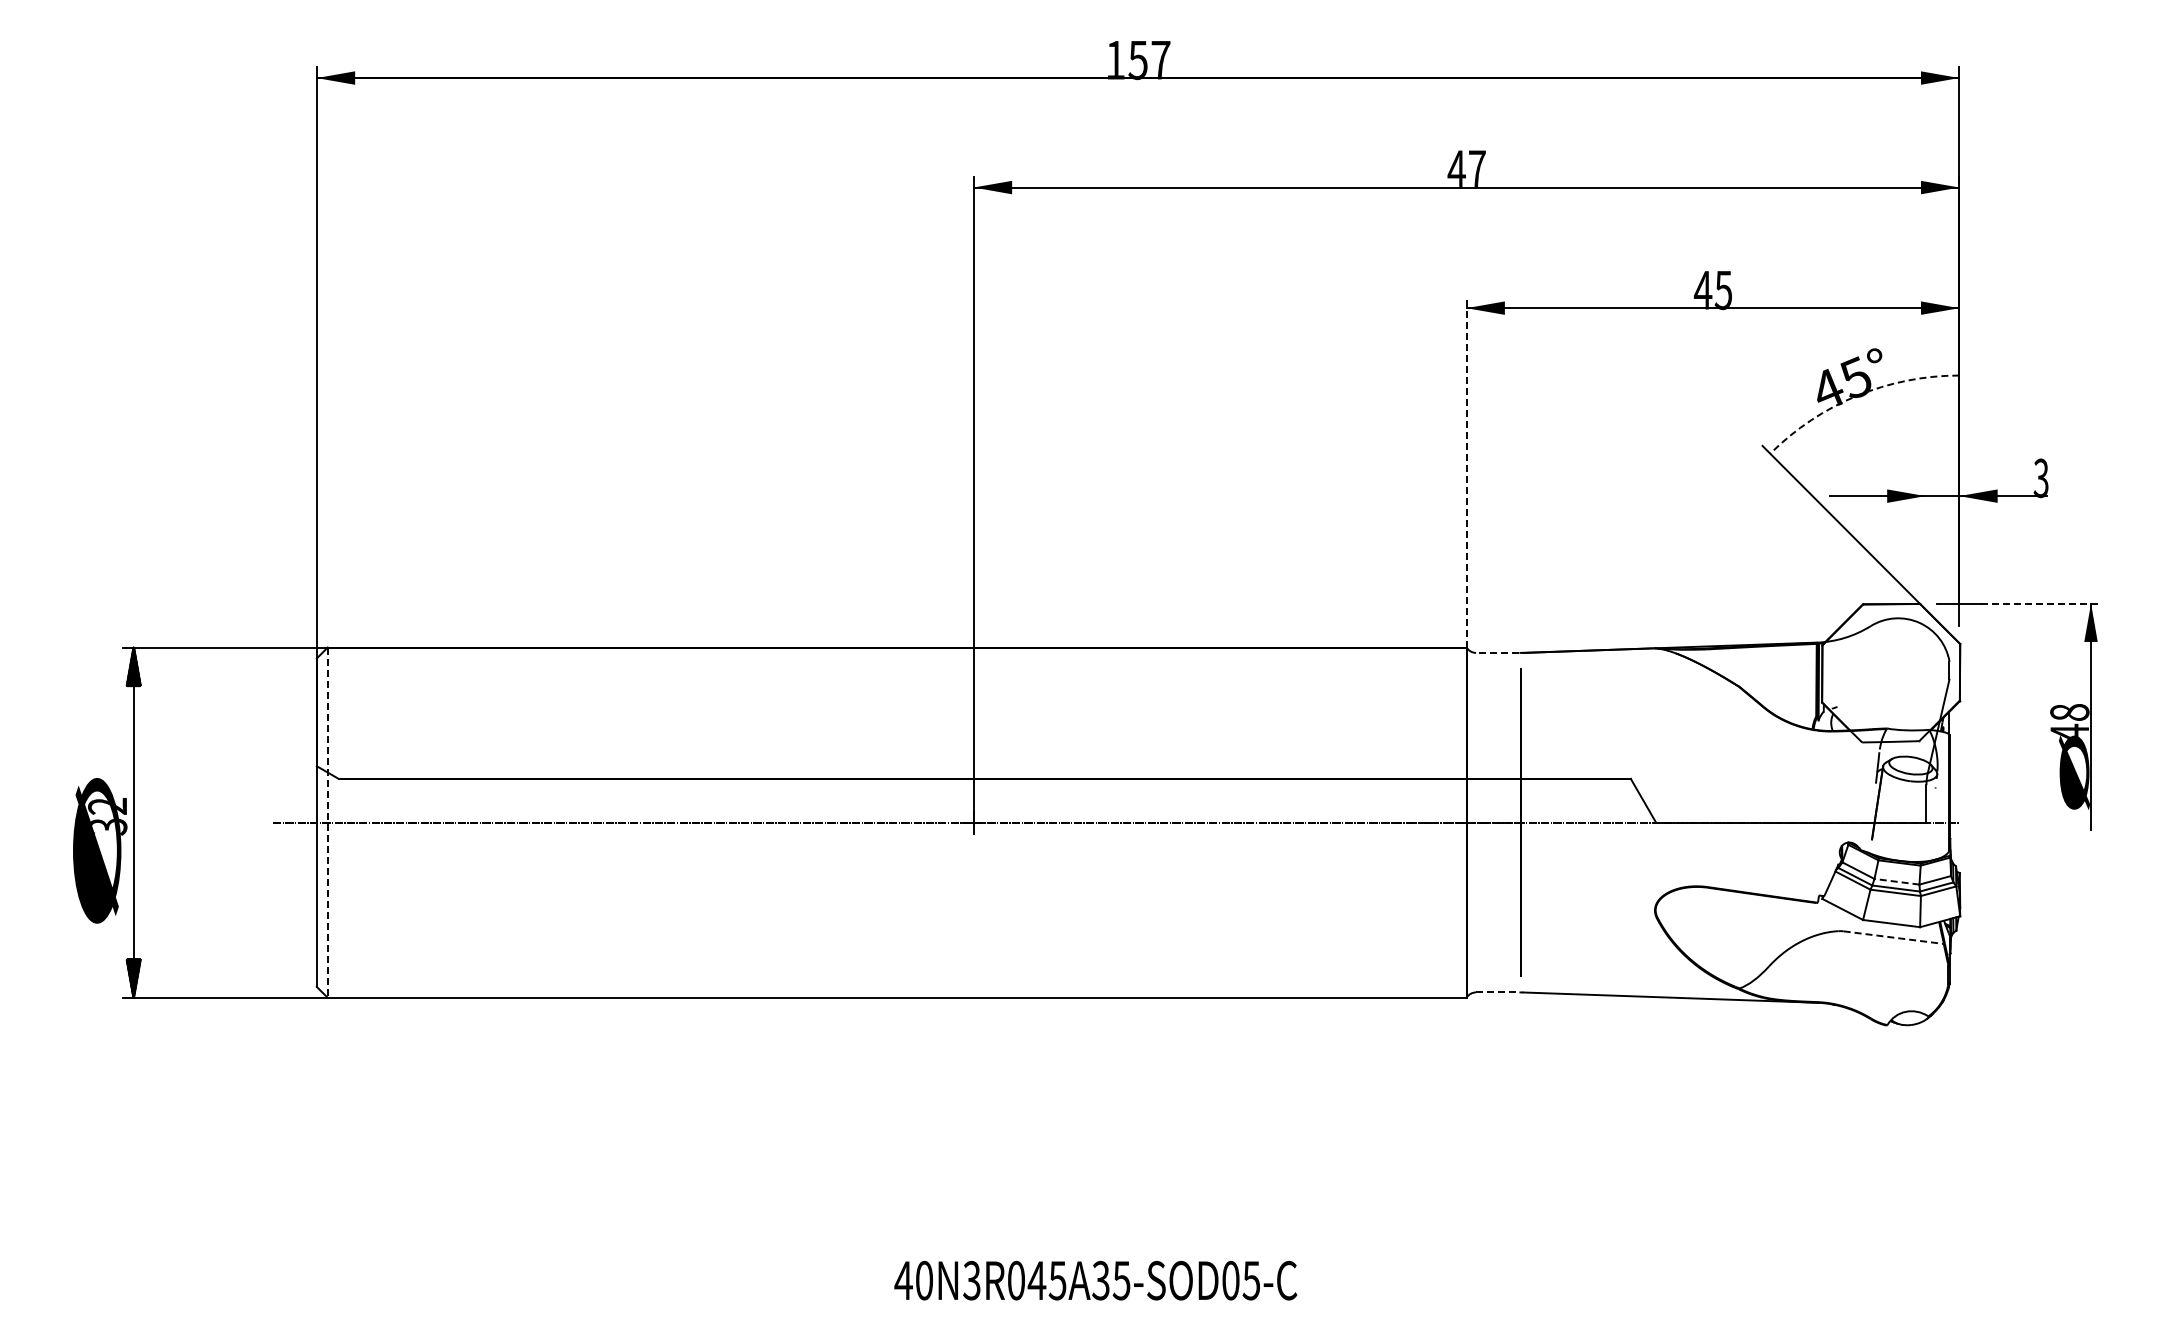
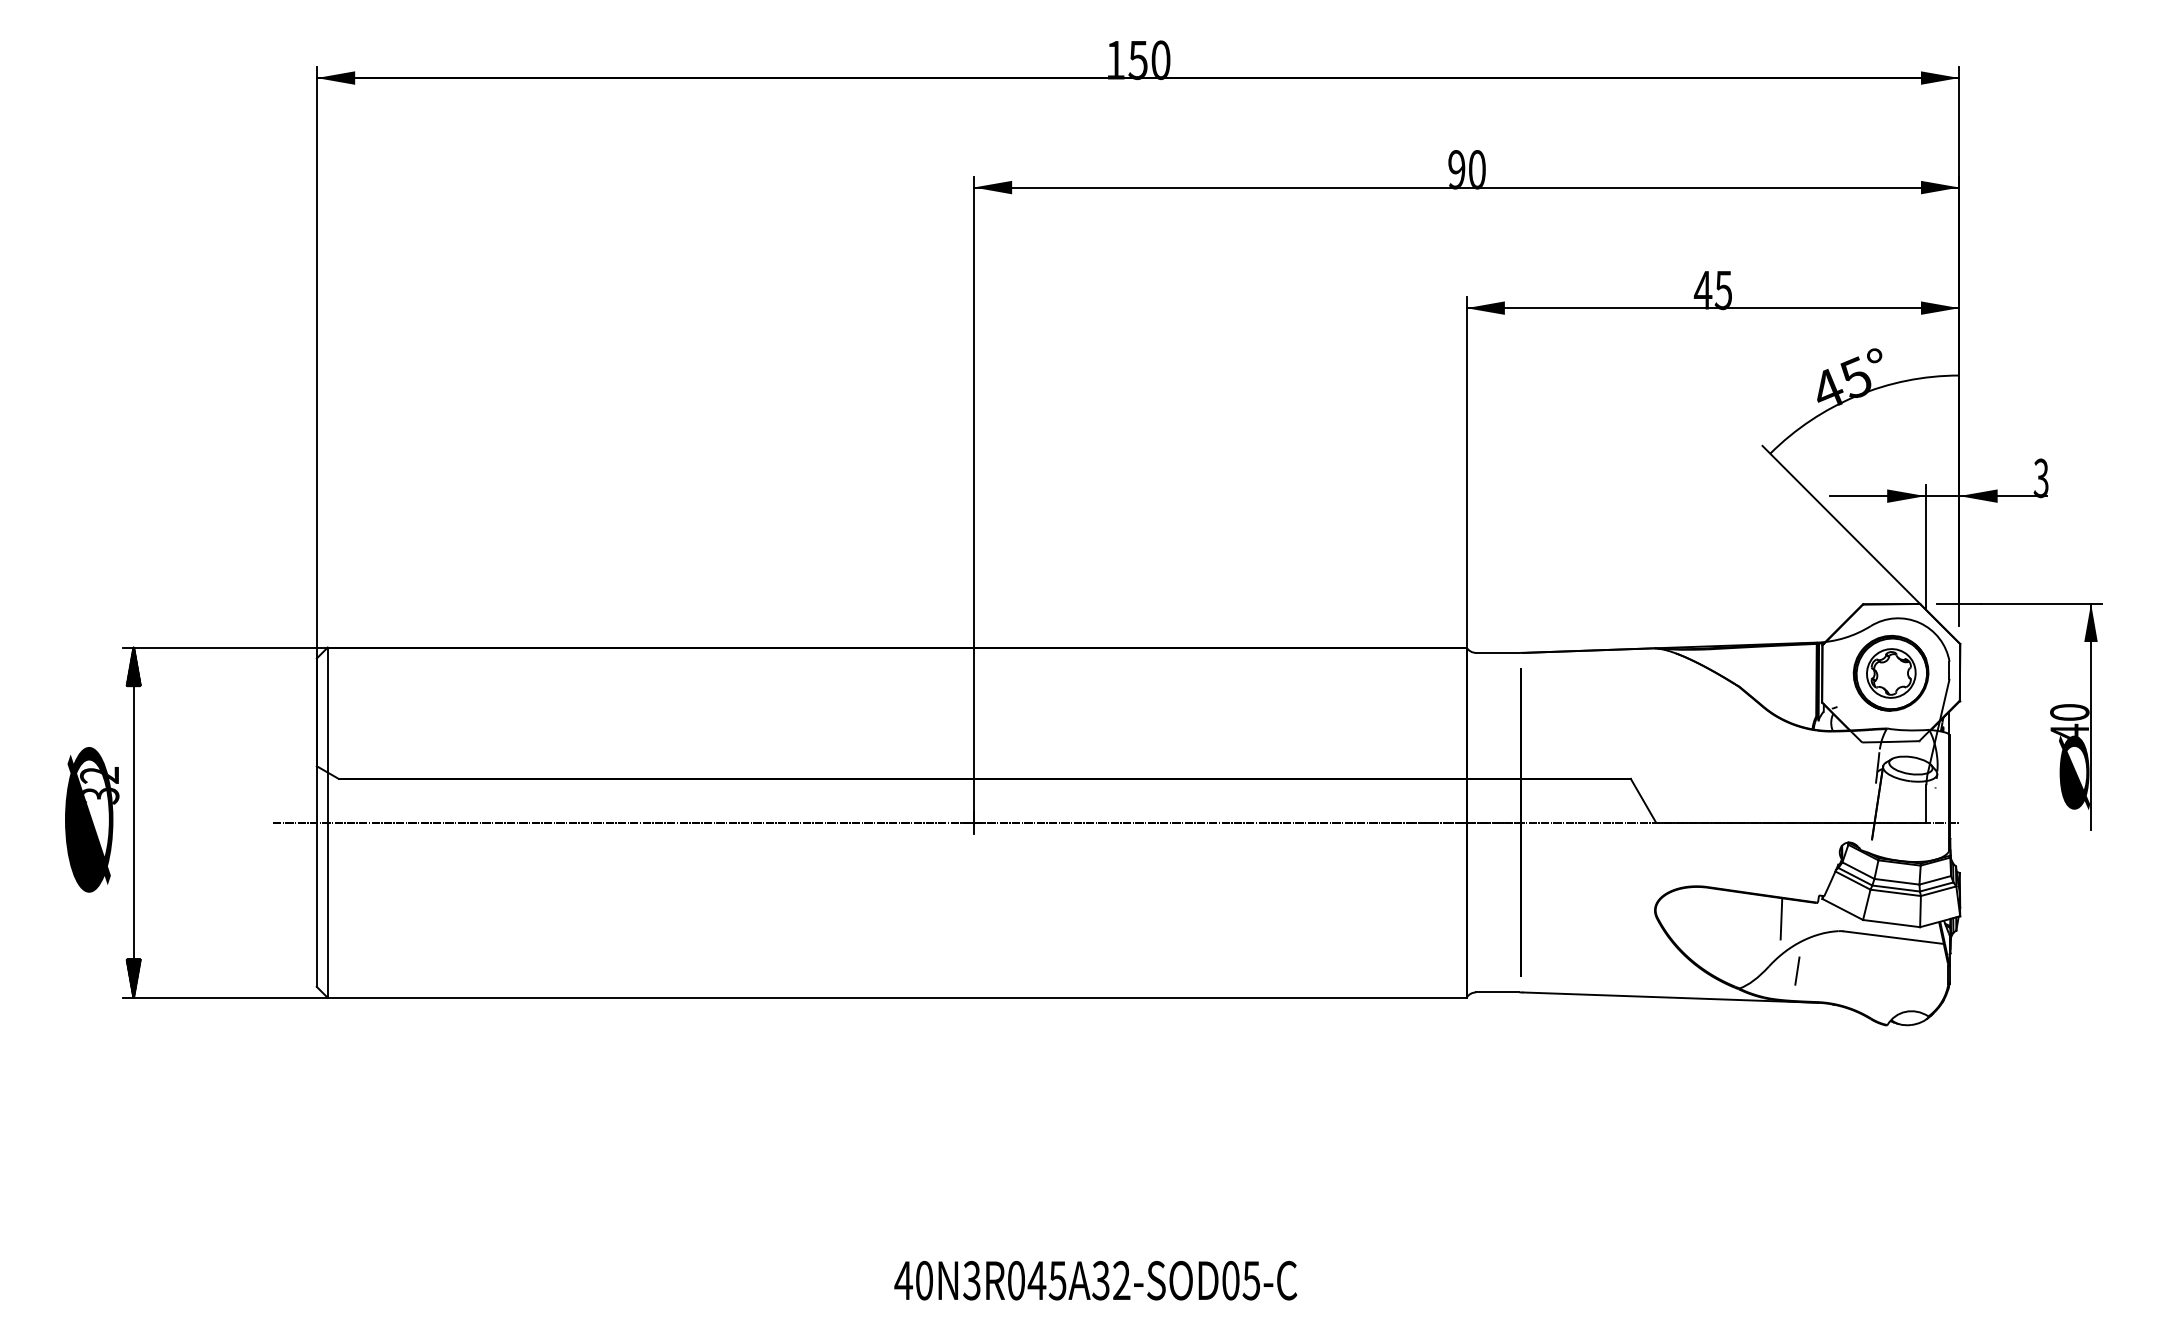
text at (1160, 60): 157 -> 150
text at (1466, 169): 47 -> 90
arc at (1857, 395): dashed -> solid
line at (1466, 471): dashed -> solid
line at (1925, 546): none -> present
line at (2042, 603): dashed -> solid
line at (1497, 652): dashed -> solid
part at (1890, 672): none -> present
text at (2069, 712): 48 -> 40
line at (327, 823): dashed -> solid
text at (100, 850) position: (100, 850) -> (92, 819)
line at (1896, 881): dashed -> solid
line at (1781, 918): none -> present
line at (1894, 937): dashed -> solid
line at (1797, 970): none -> present
line at (1497, 992): dashed -> solid
text at (1121, 1280): 40N3R045A35-SOD05-C -> 40N3R045A32-SOD05-C
